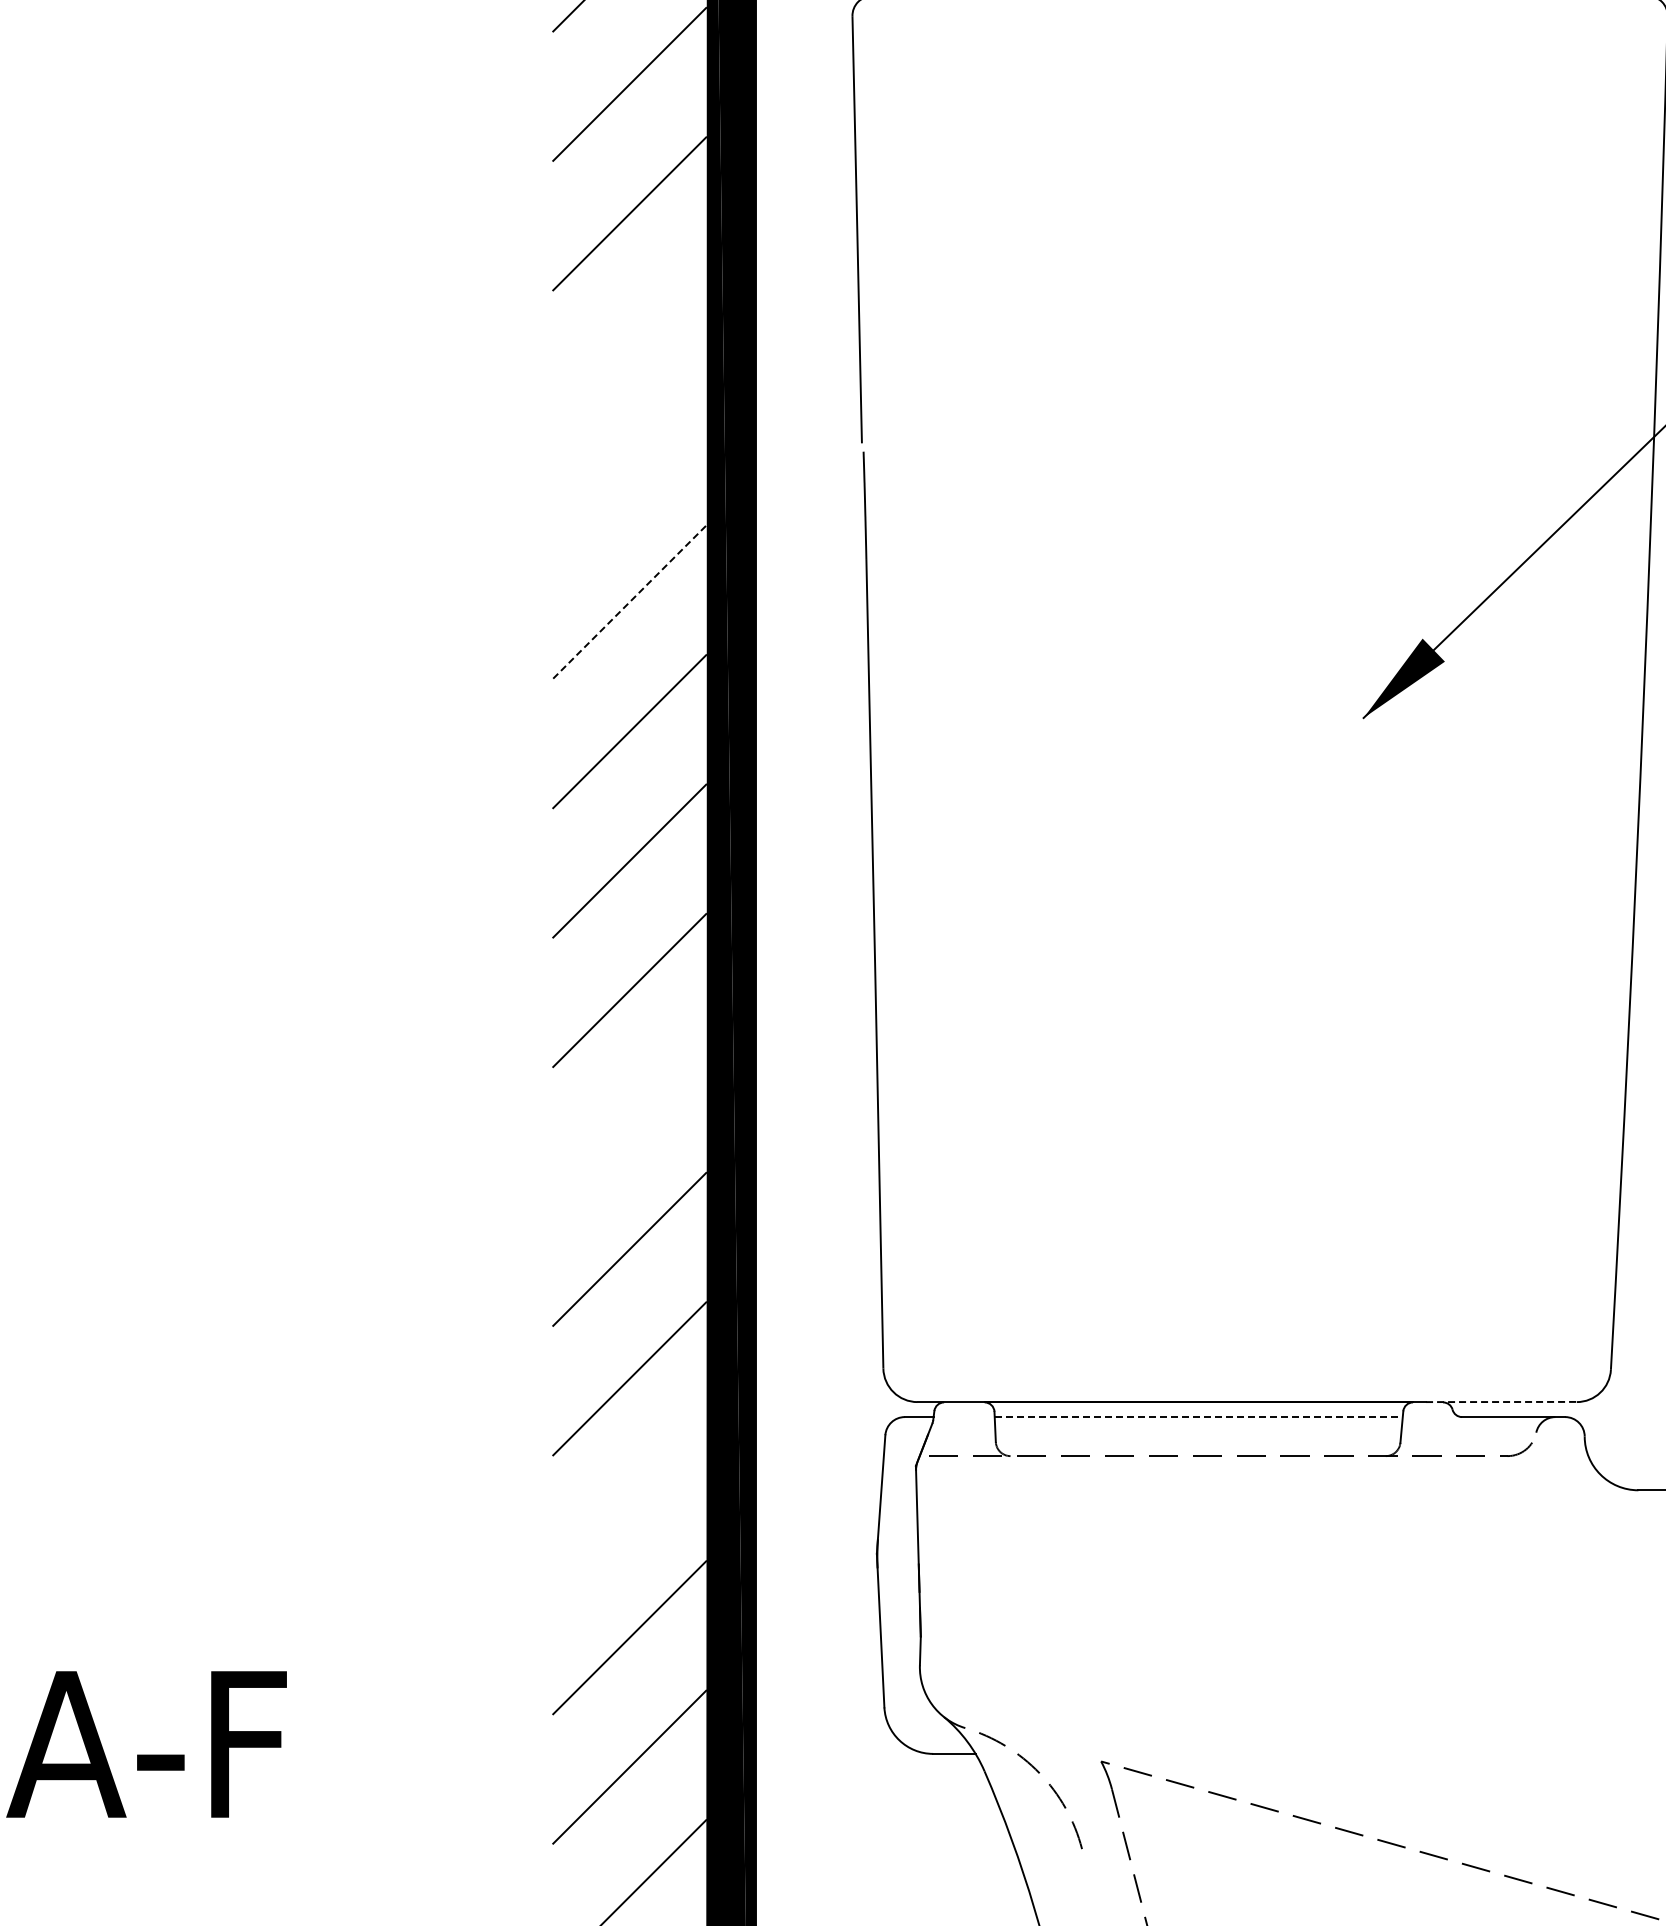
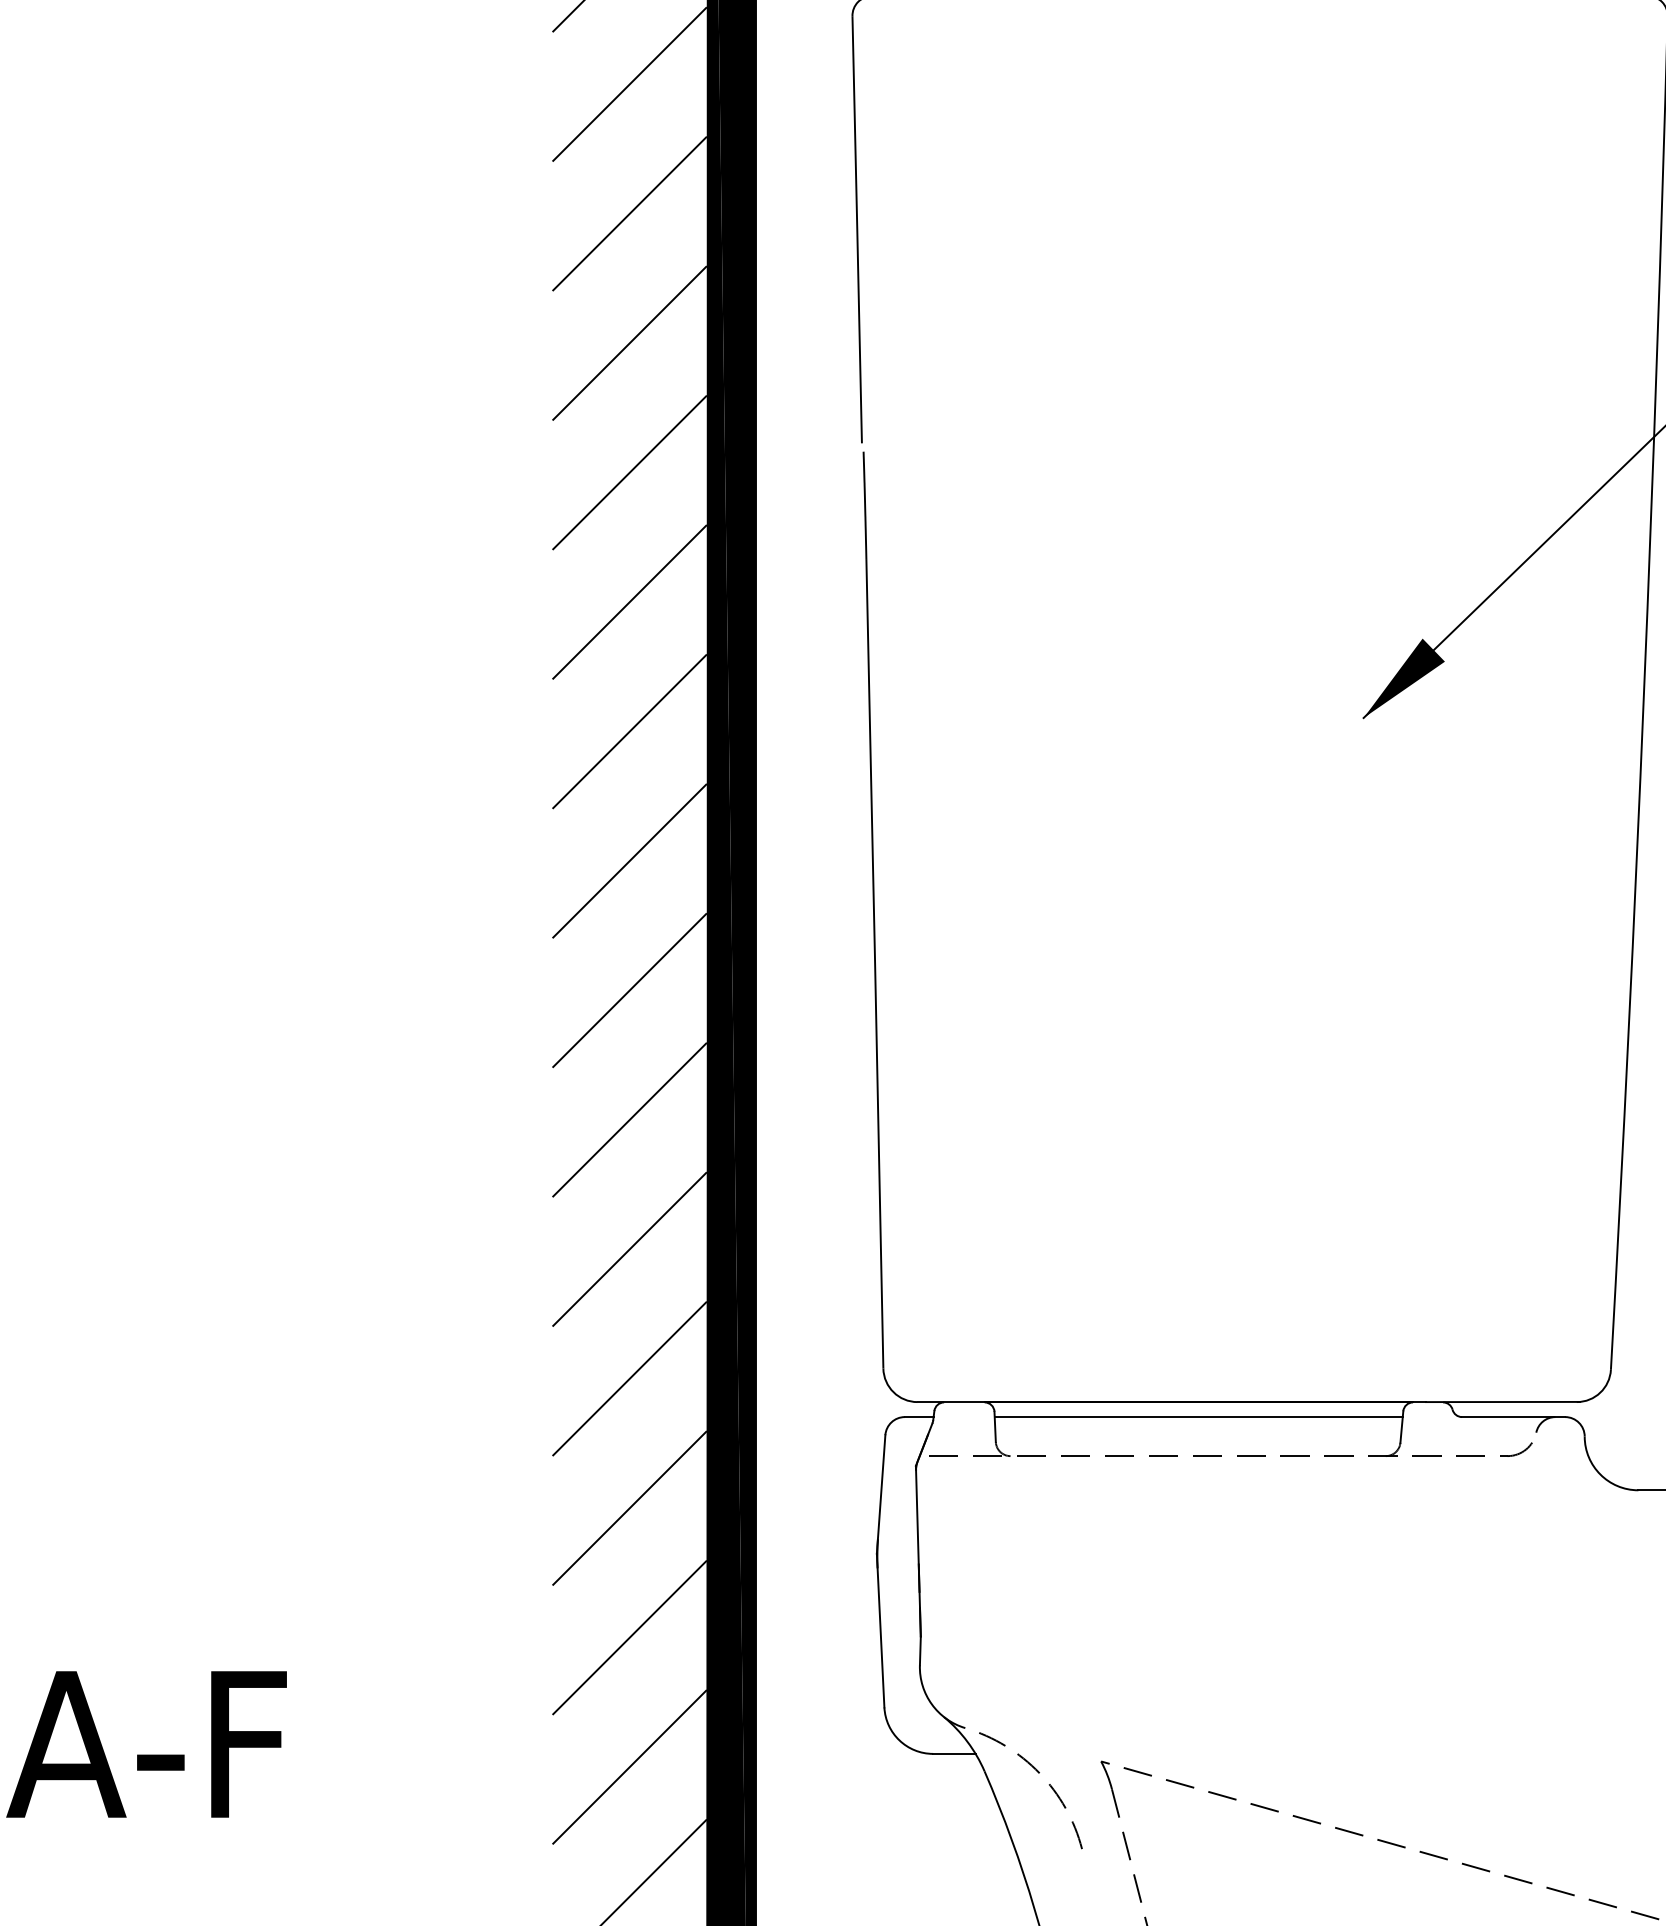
line at (629, 342): none -> present
line at (629, 472): none -> present
line at (630, 601): dashed -> solid
line at (629, 1119): none -> present
line at (1503, 1402): dashed -> solid
line at (1199, 1417): dashed -> solid
line at (629, 1507): none -> present
